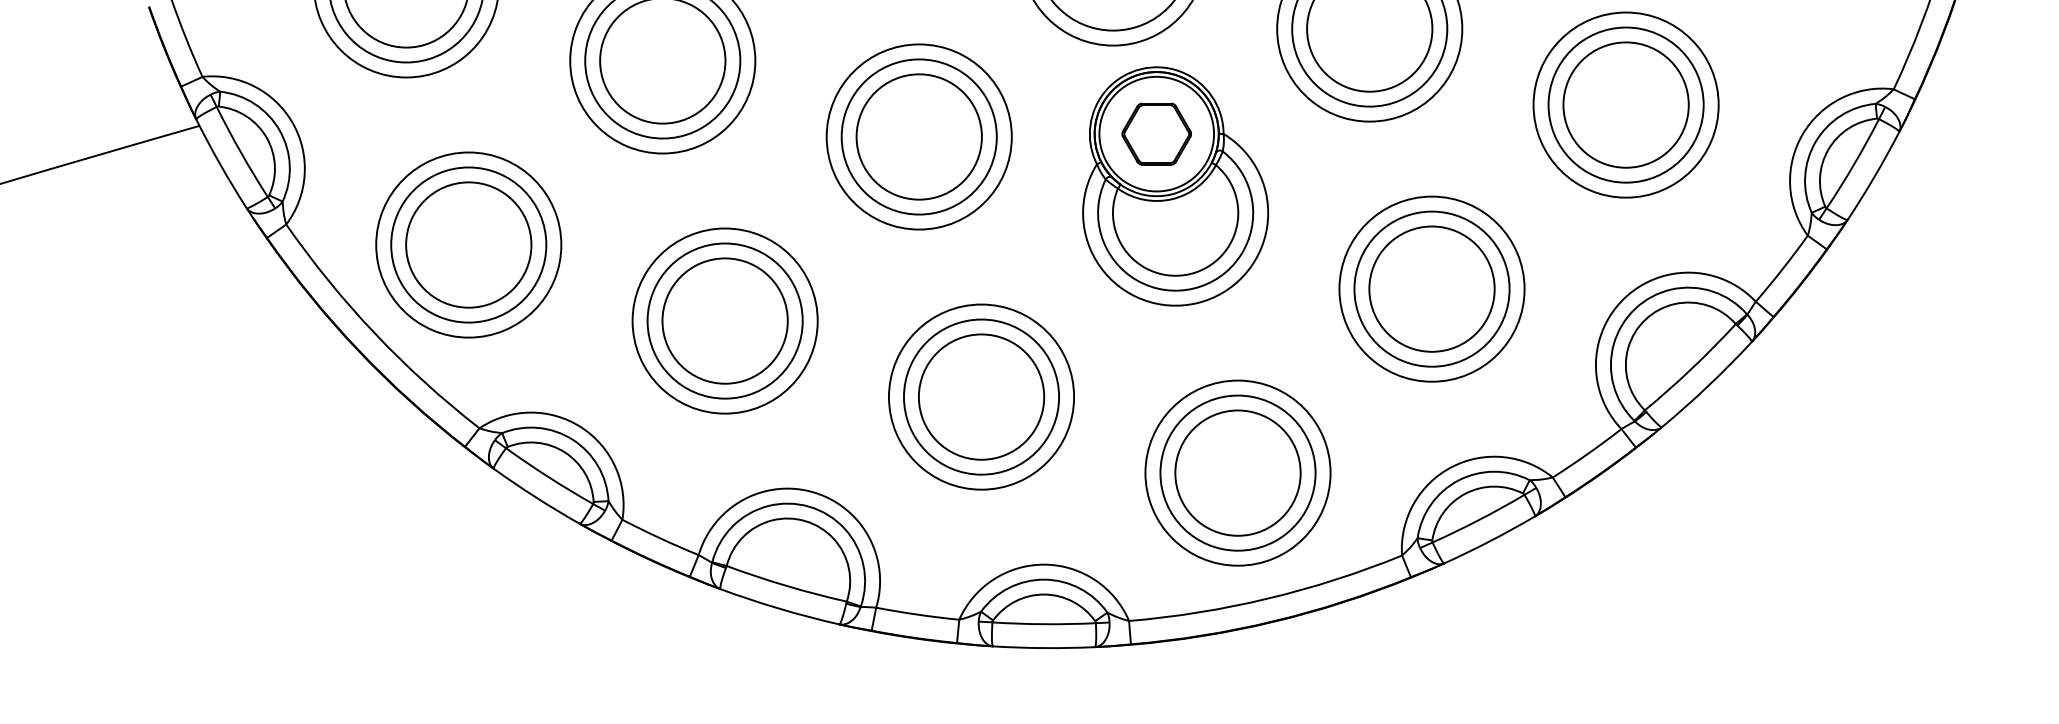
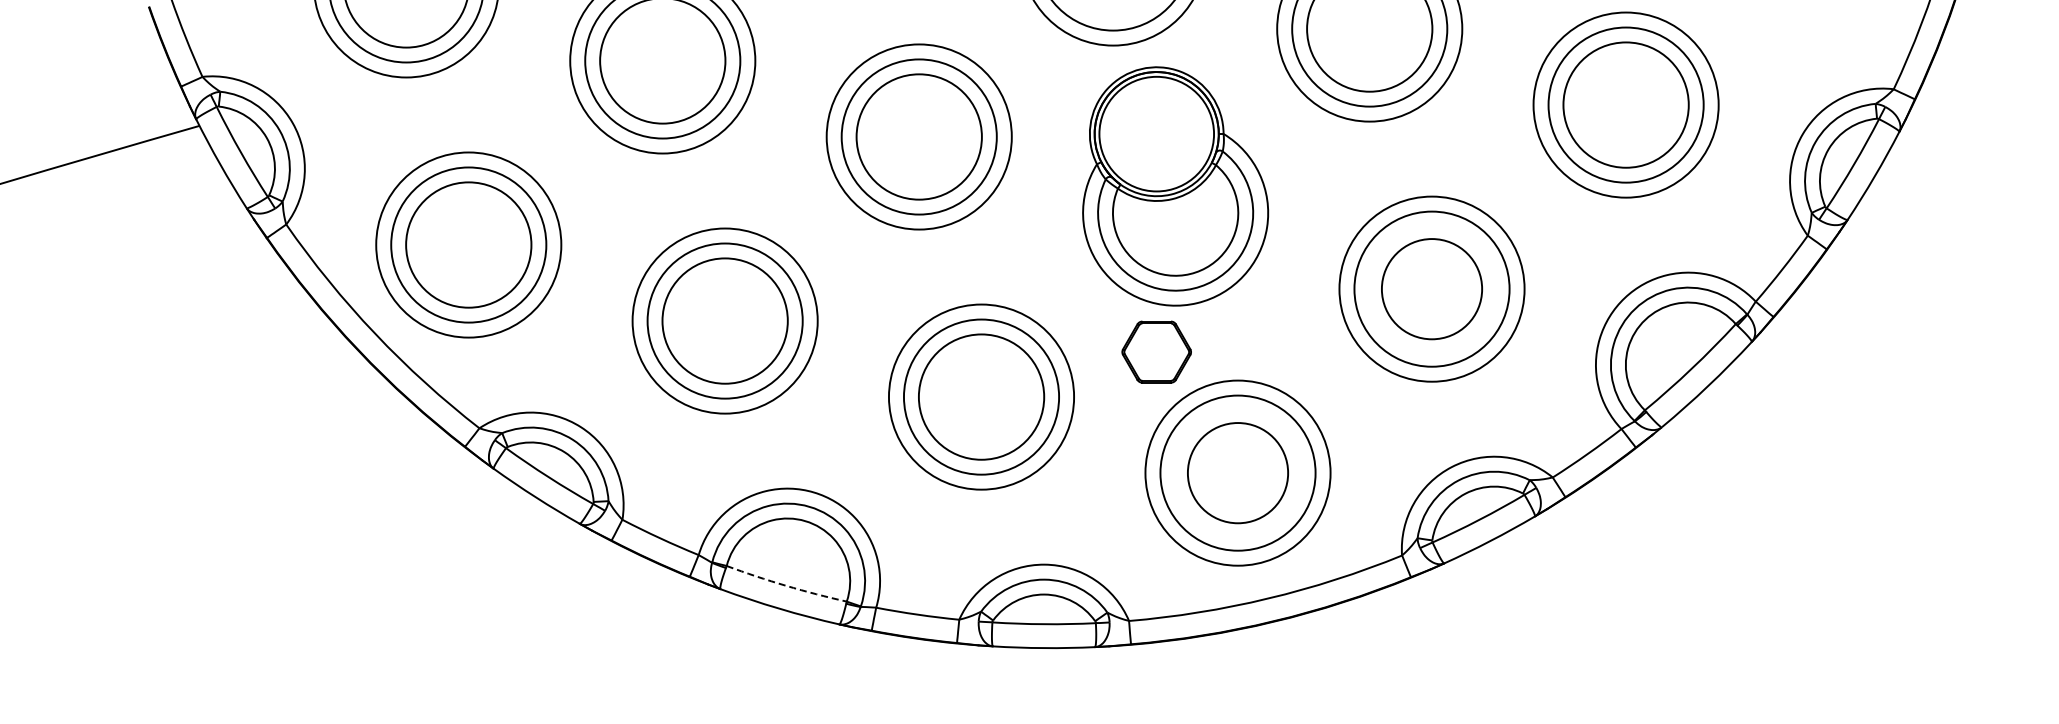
part at (1156, 133) position: (1156, 133) -> (1156, 351)
circle at (1431, 288) diameter: 125 px -> 100 px
circle at (1237, 472) diameter: 125 px -> 100 px
arc at (786, 585): solid -> dashed
